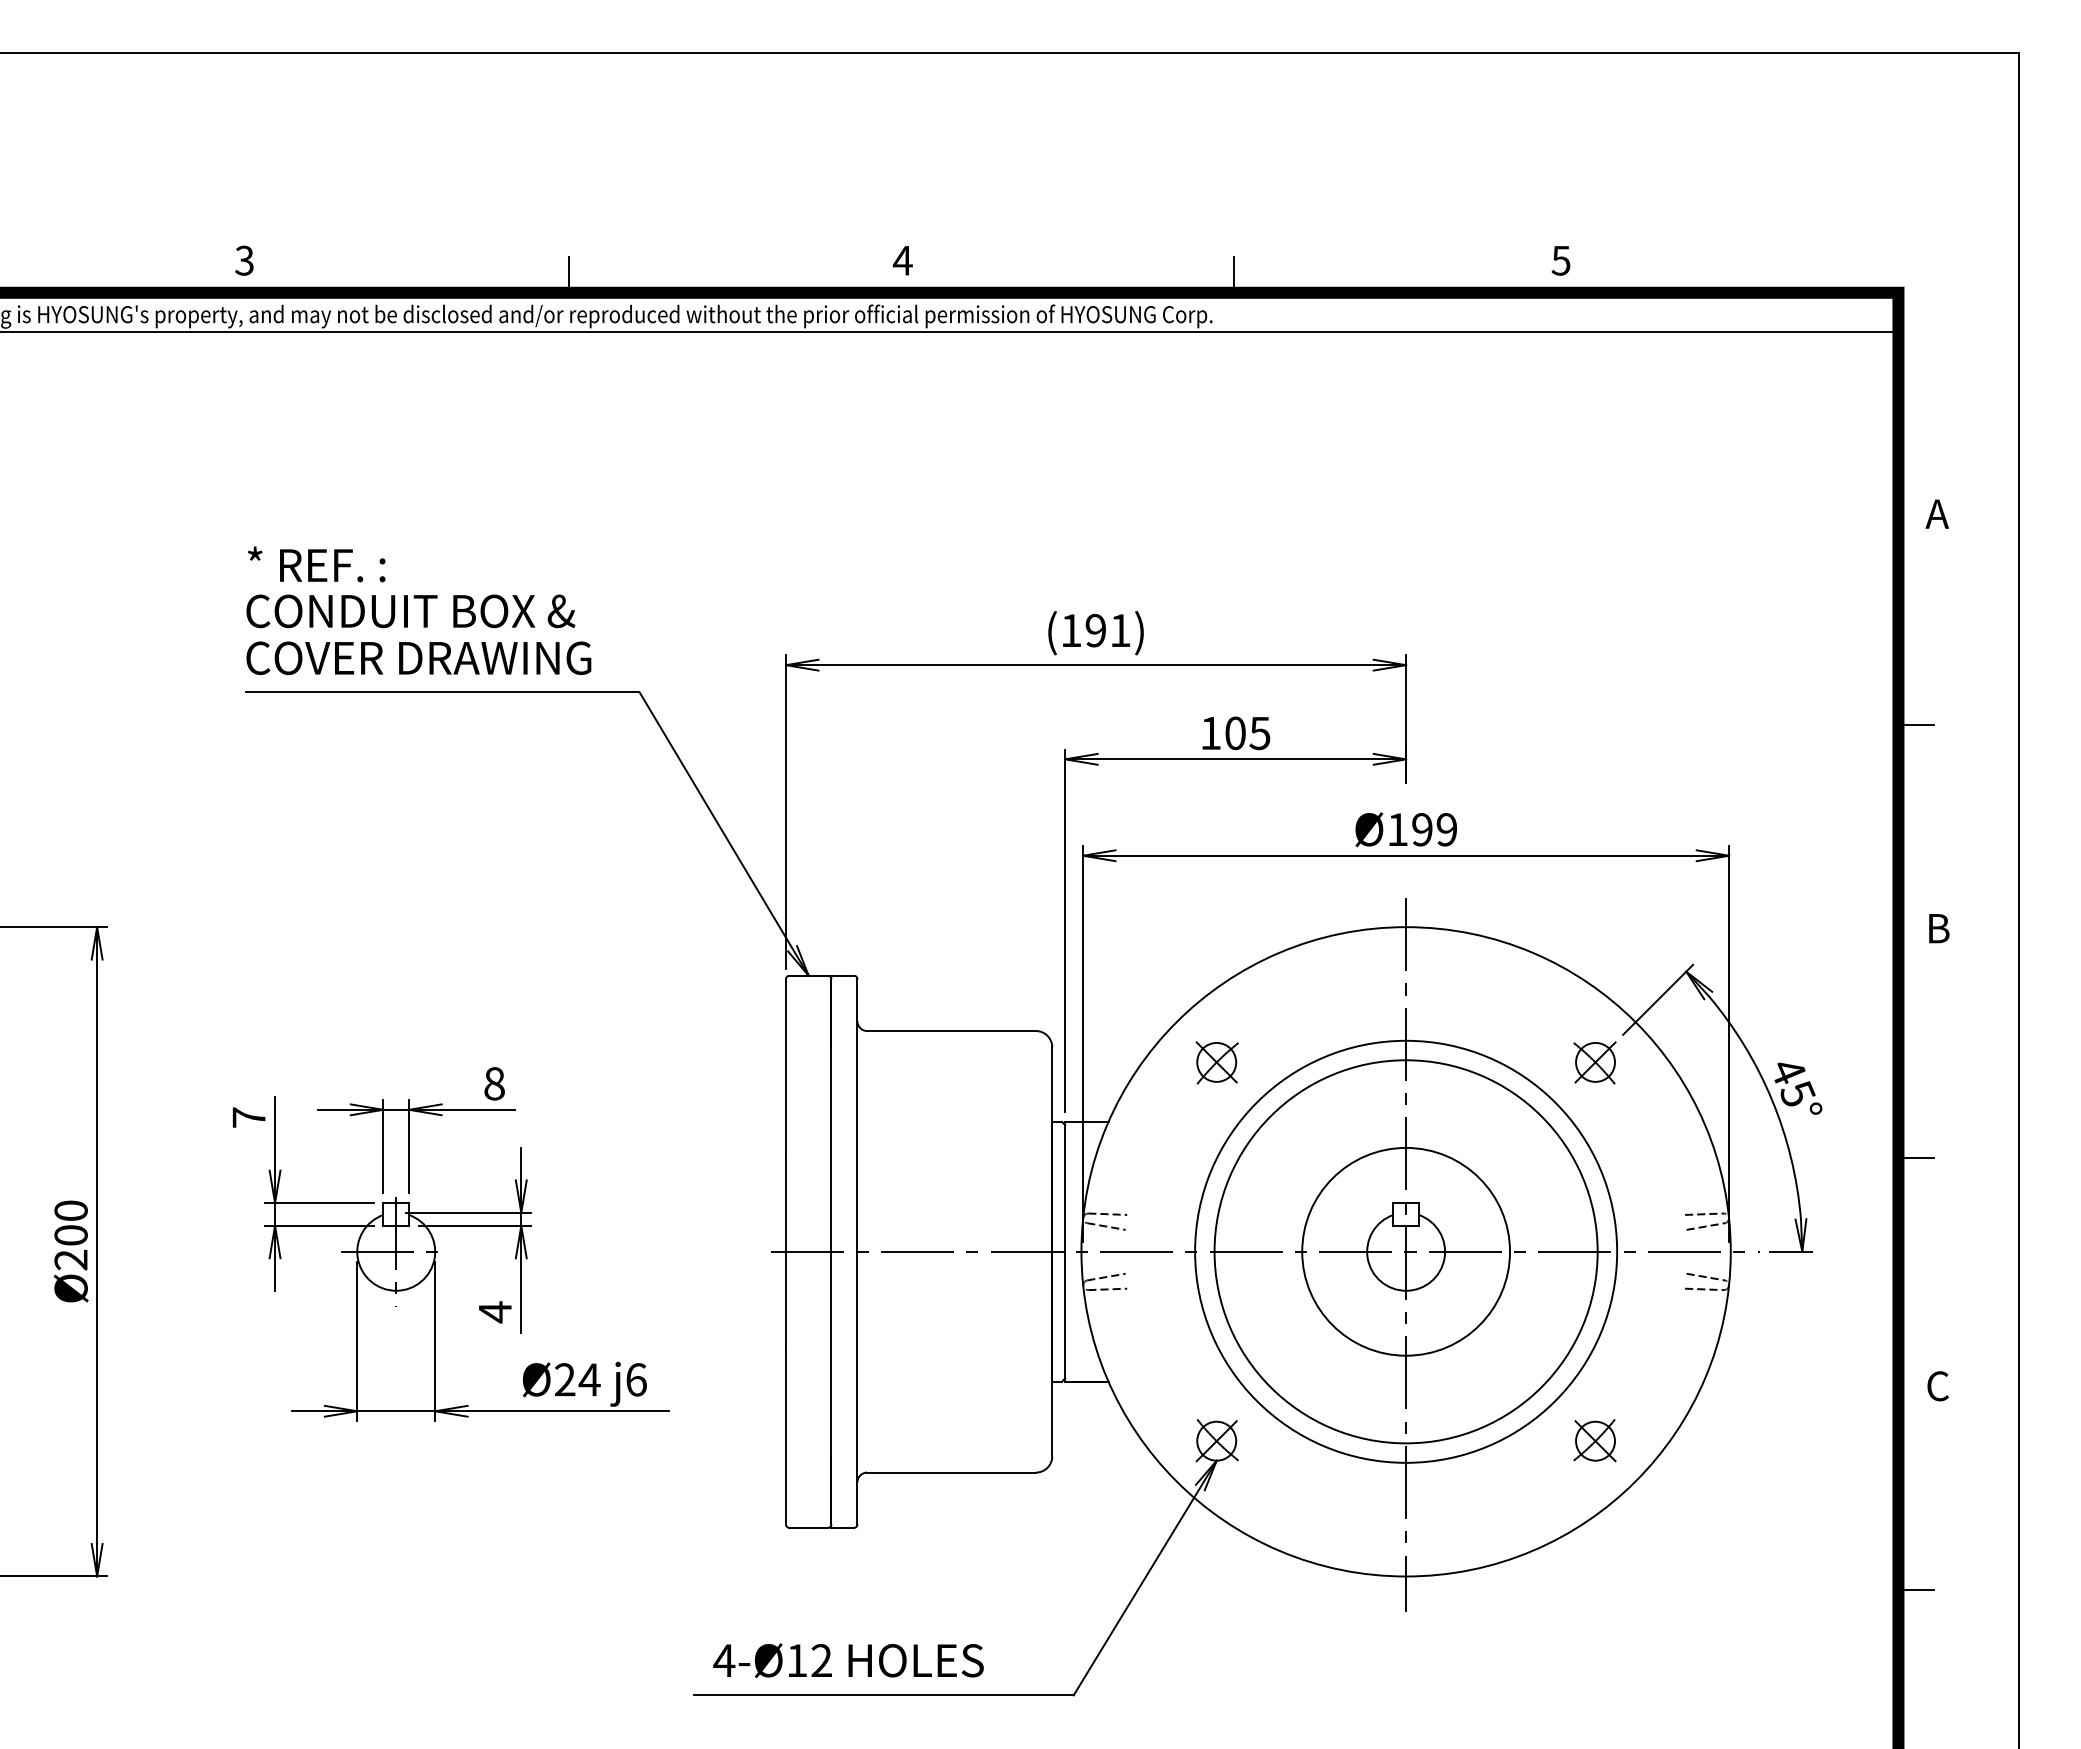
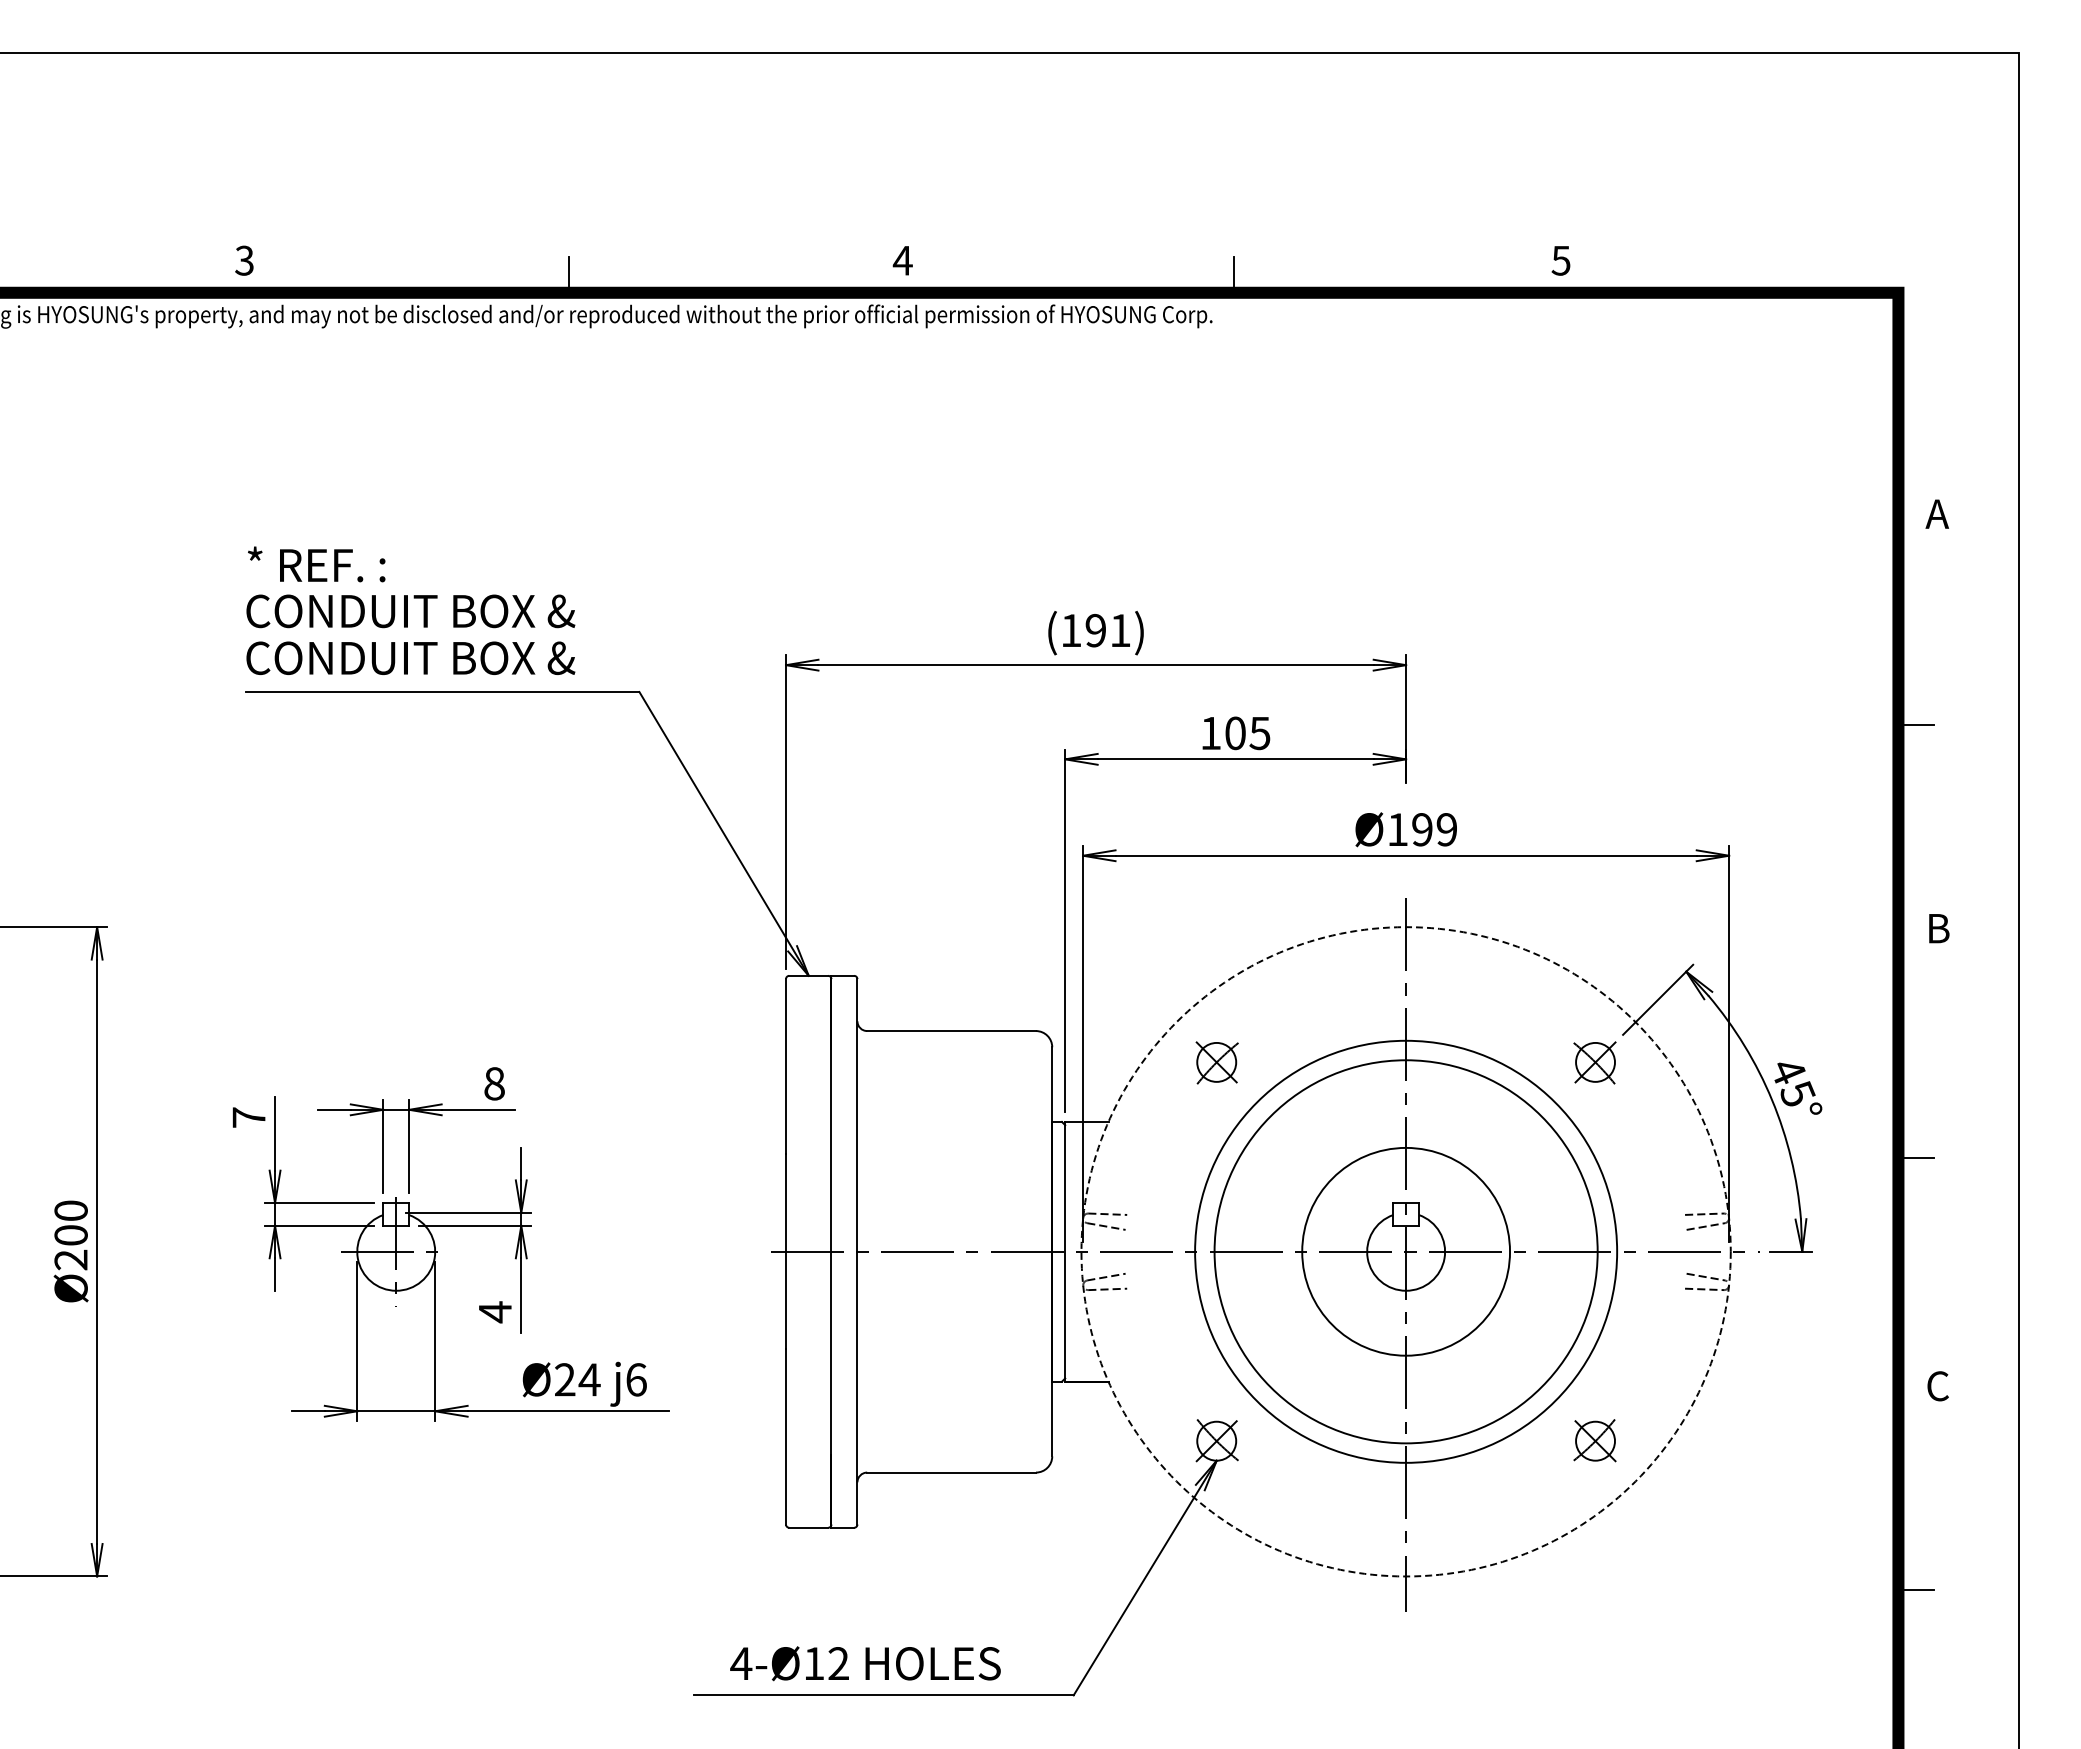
line at (950, 332): present -> none
text at (448, 658): COVER DRAWING -> CONDUIT BOX &
circle at (1405, 1251): solid -> dashed
text at (848, 1660) position: (848, 1660) -> (865, 1663)
